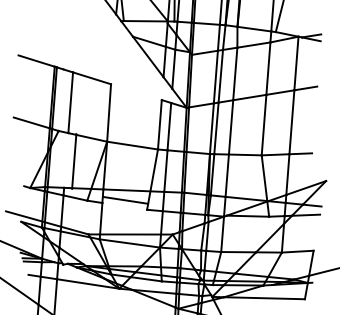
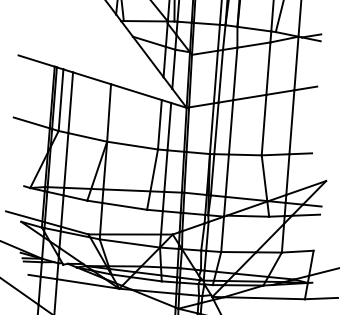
line at (299, 19): none -> present
line at (136, 92): none -> present
line at (60, 99): none -> present
line at (74, 161) position: (74, 161) -> (66, 160)
line at (125, 199) position: (125, 199) -> (124, 205)
line at (320, 298): none -> present
